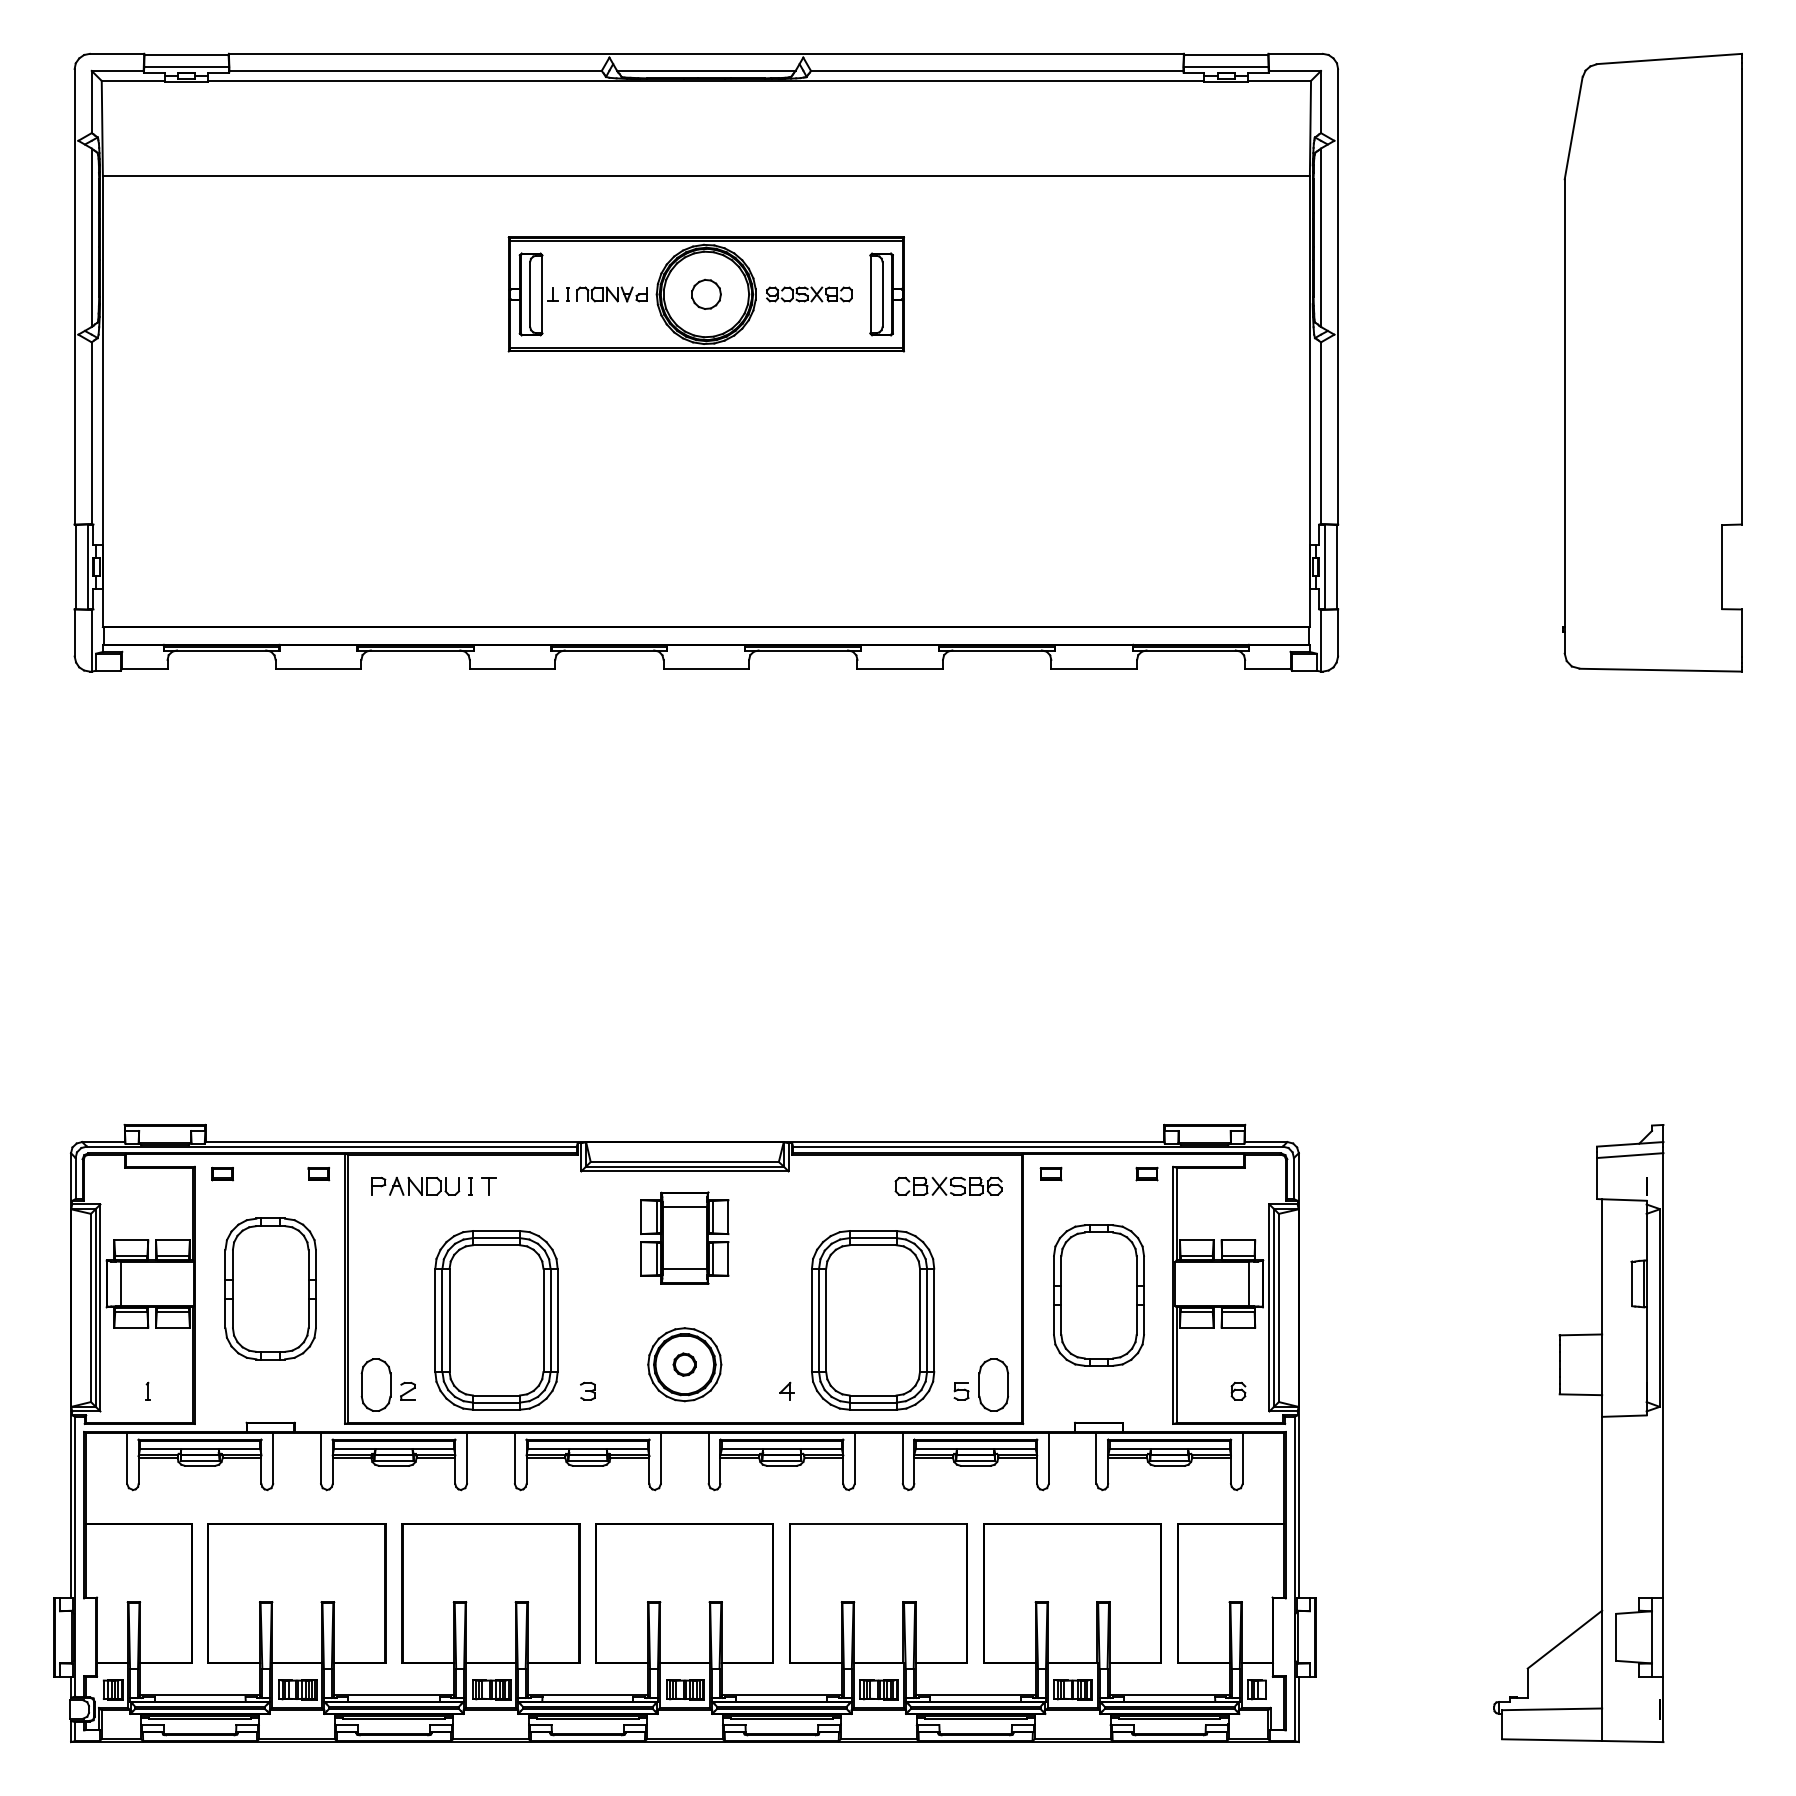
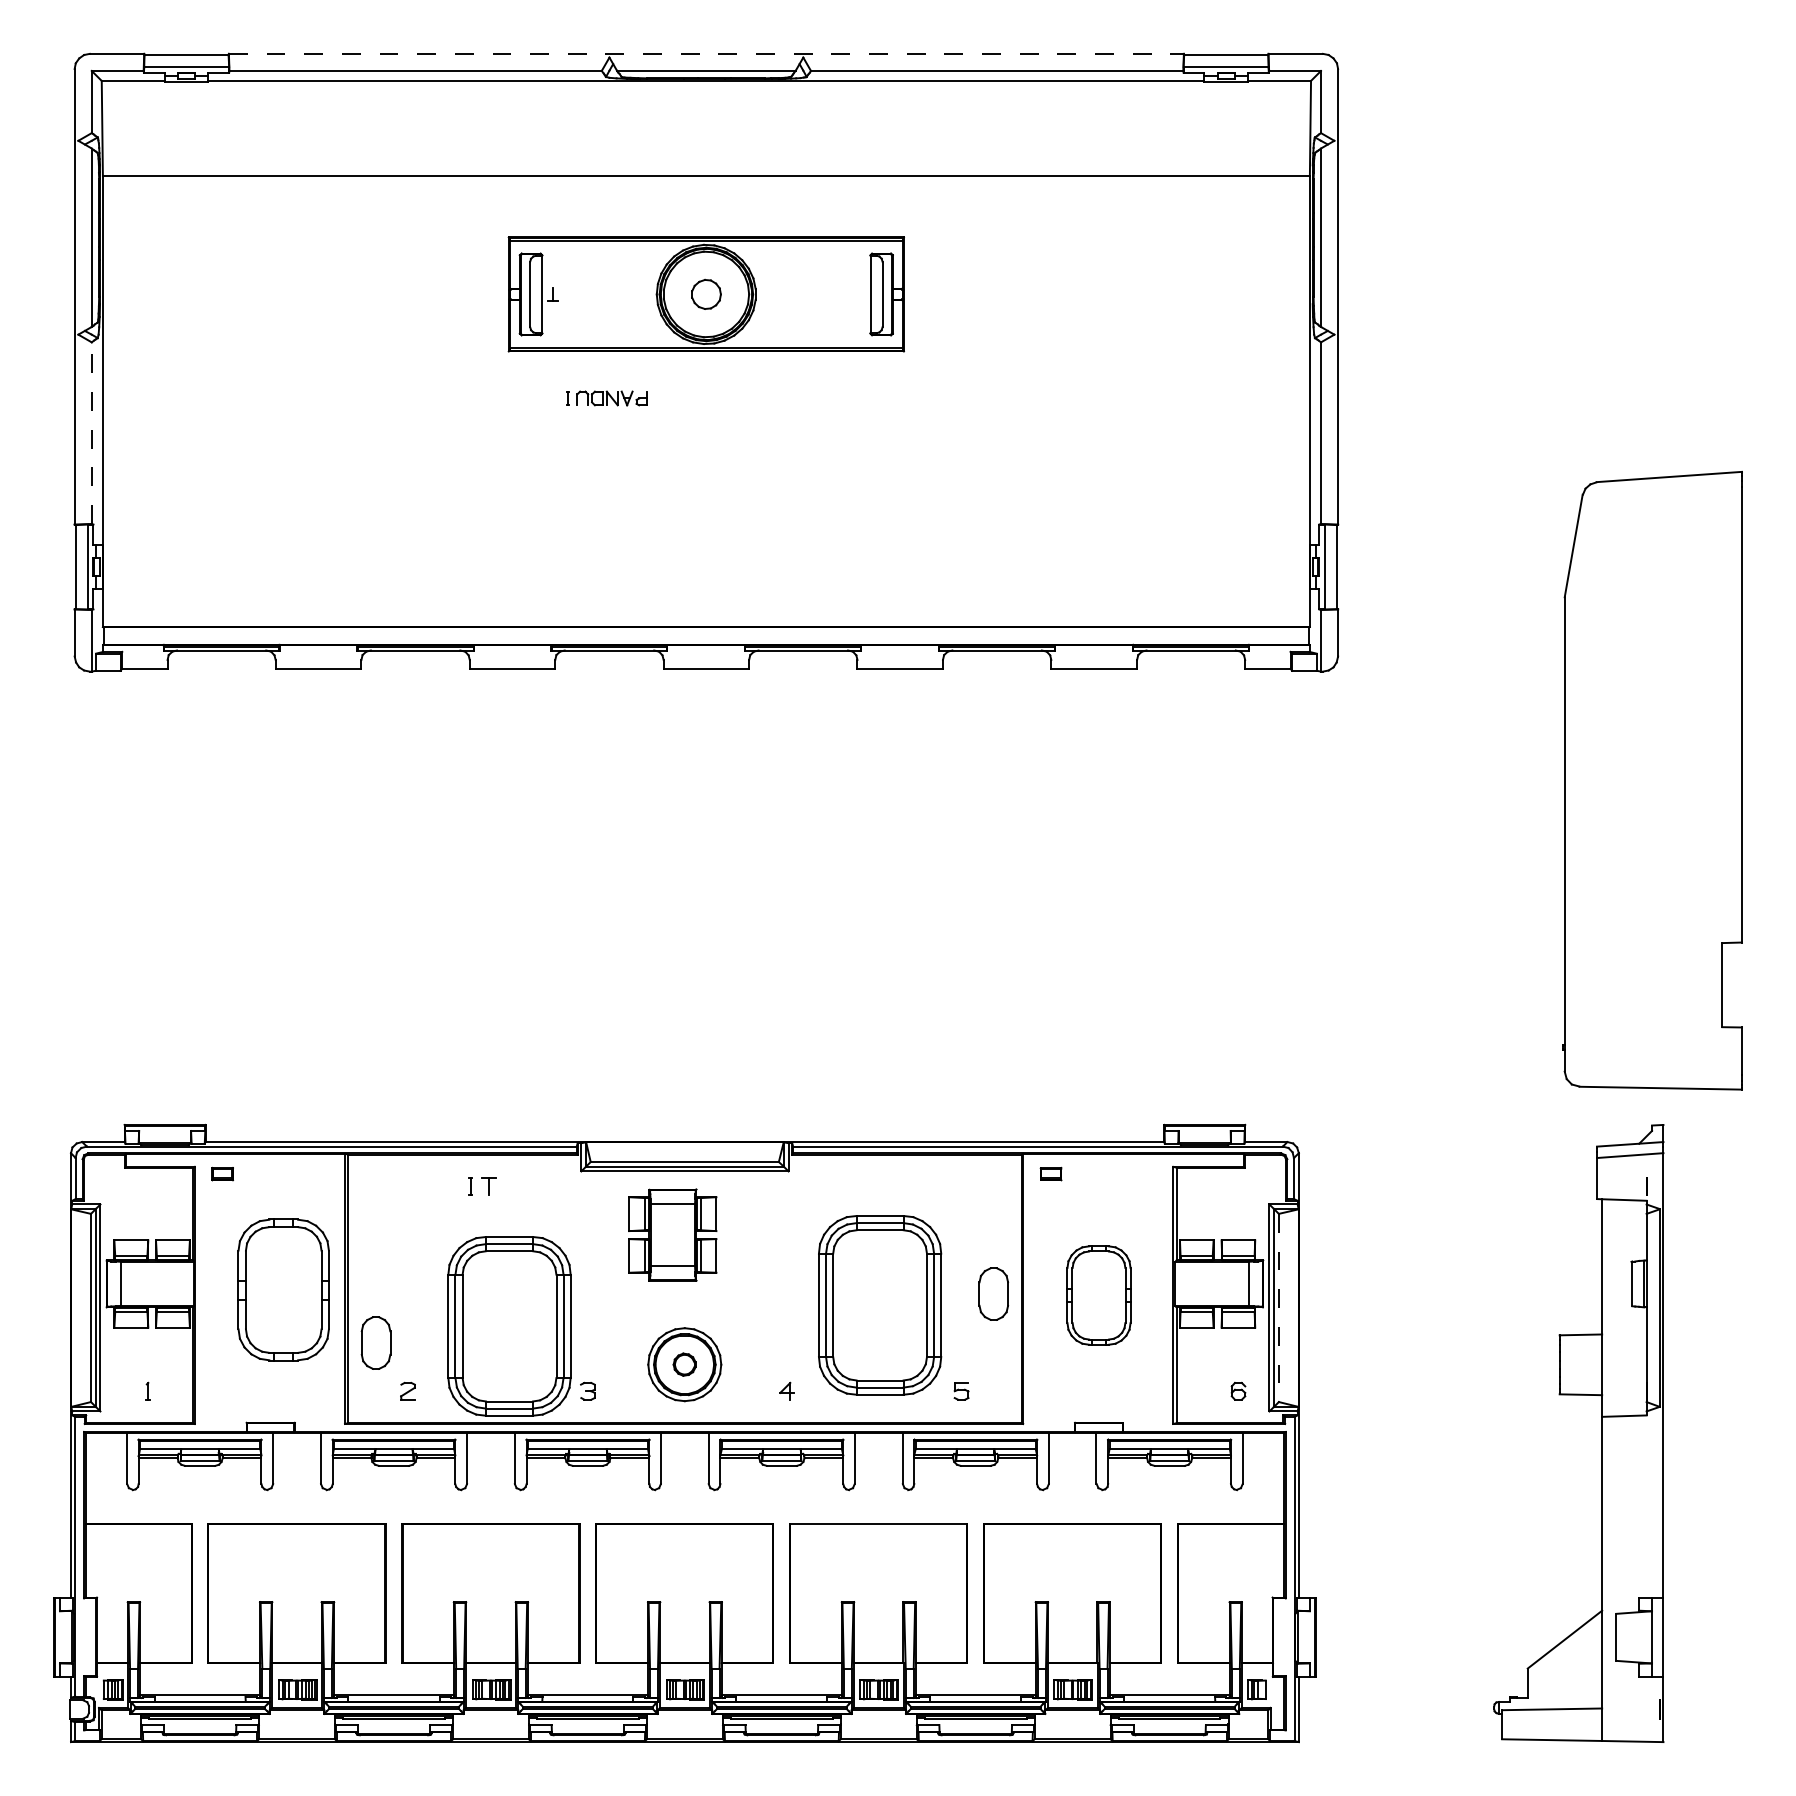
line at (706, 53): solid -> dashed
part at (606, 294) position: (606, 294) -> (606, 398)
part at (809, 294): present -> none
part at (1652, 362) position: (1652, 362) -> (1652, 780)
line at (91, 433): solid -> dashed
part at (318, 1173): present -> none
part at (1146, 1173): present -> none
part at (415, 1185): present -> none
part at (948, 1185): present -> none
part at (684, 1237) position: (684, 1237) -> (672, 1234)
part at (270, 1288) position: (270, 1288) -> (283, 1289)
part at (1098, 1295) size: 92x143 px -> 66x101 px
line at (1278, 1308): solid -> dashed
part at (496, 1320) position: (496, 1320) -> (509, 1326)
part at (873, 1320) position: (873, 1320) -> (880, 1305)
part at (375, 1384) position: (375, 1384) -> (375, 1342)
part at (993, 1384) position: (993, 1384) -> (993, 1293)
